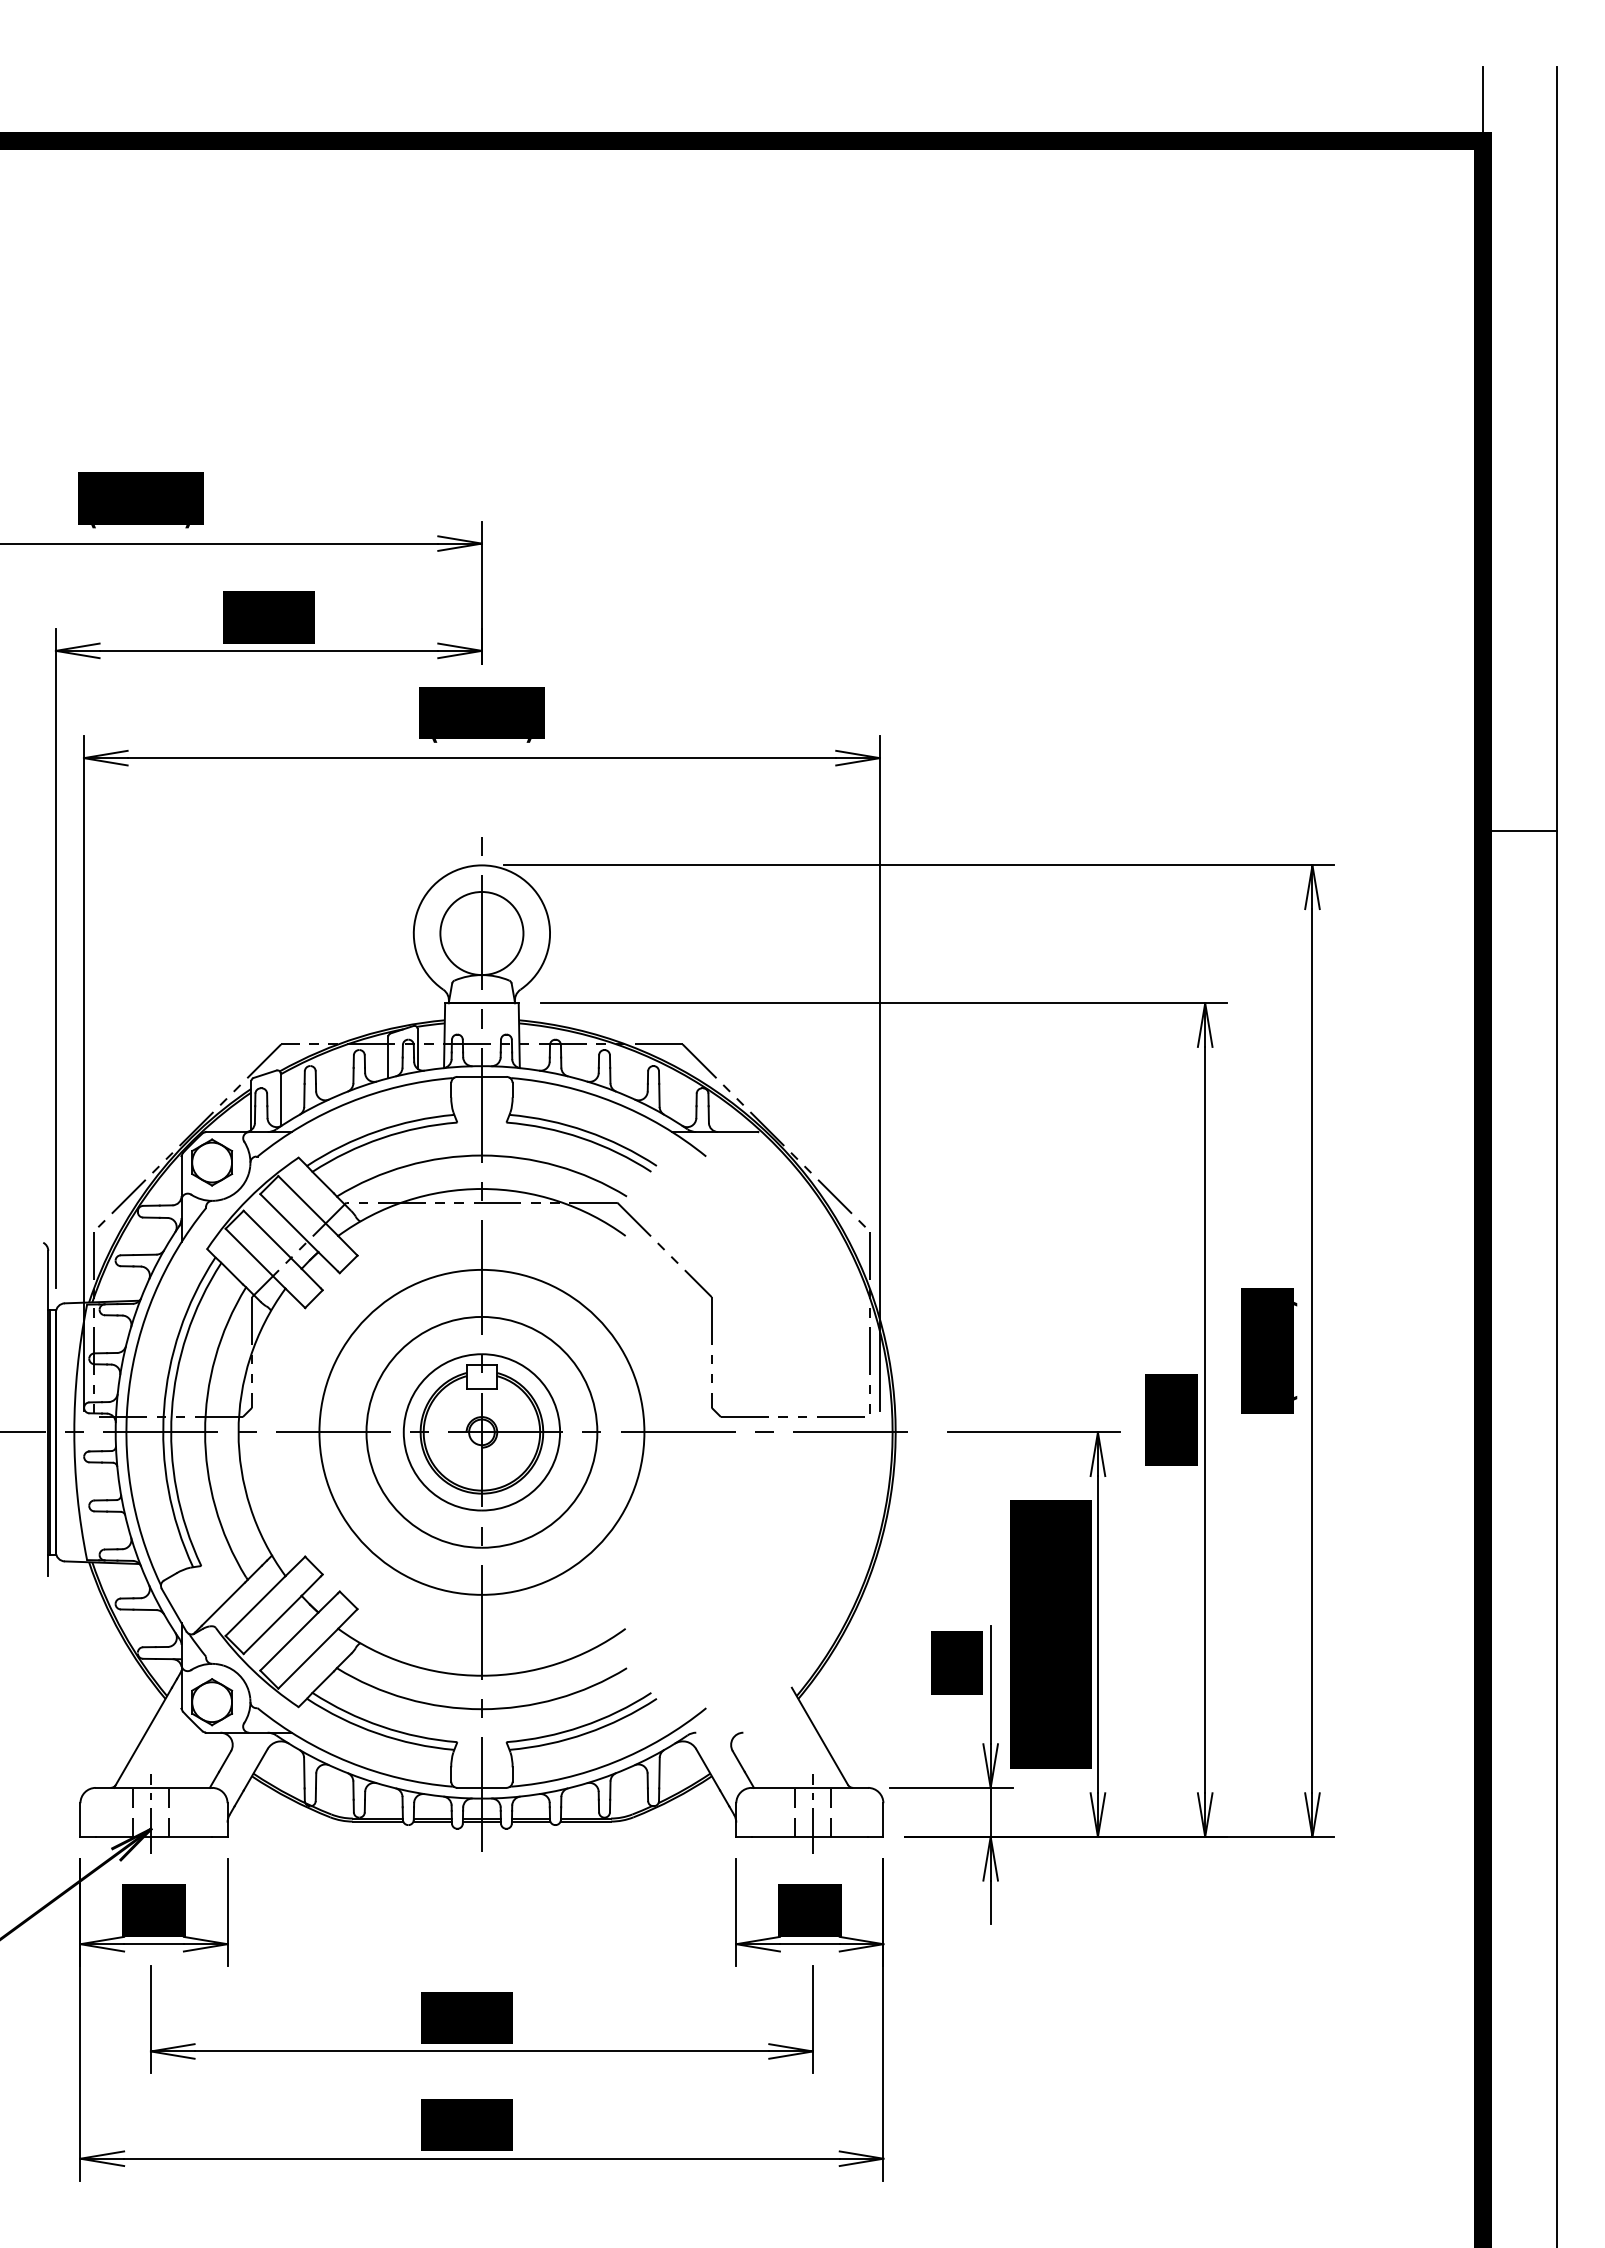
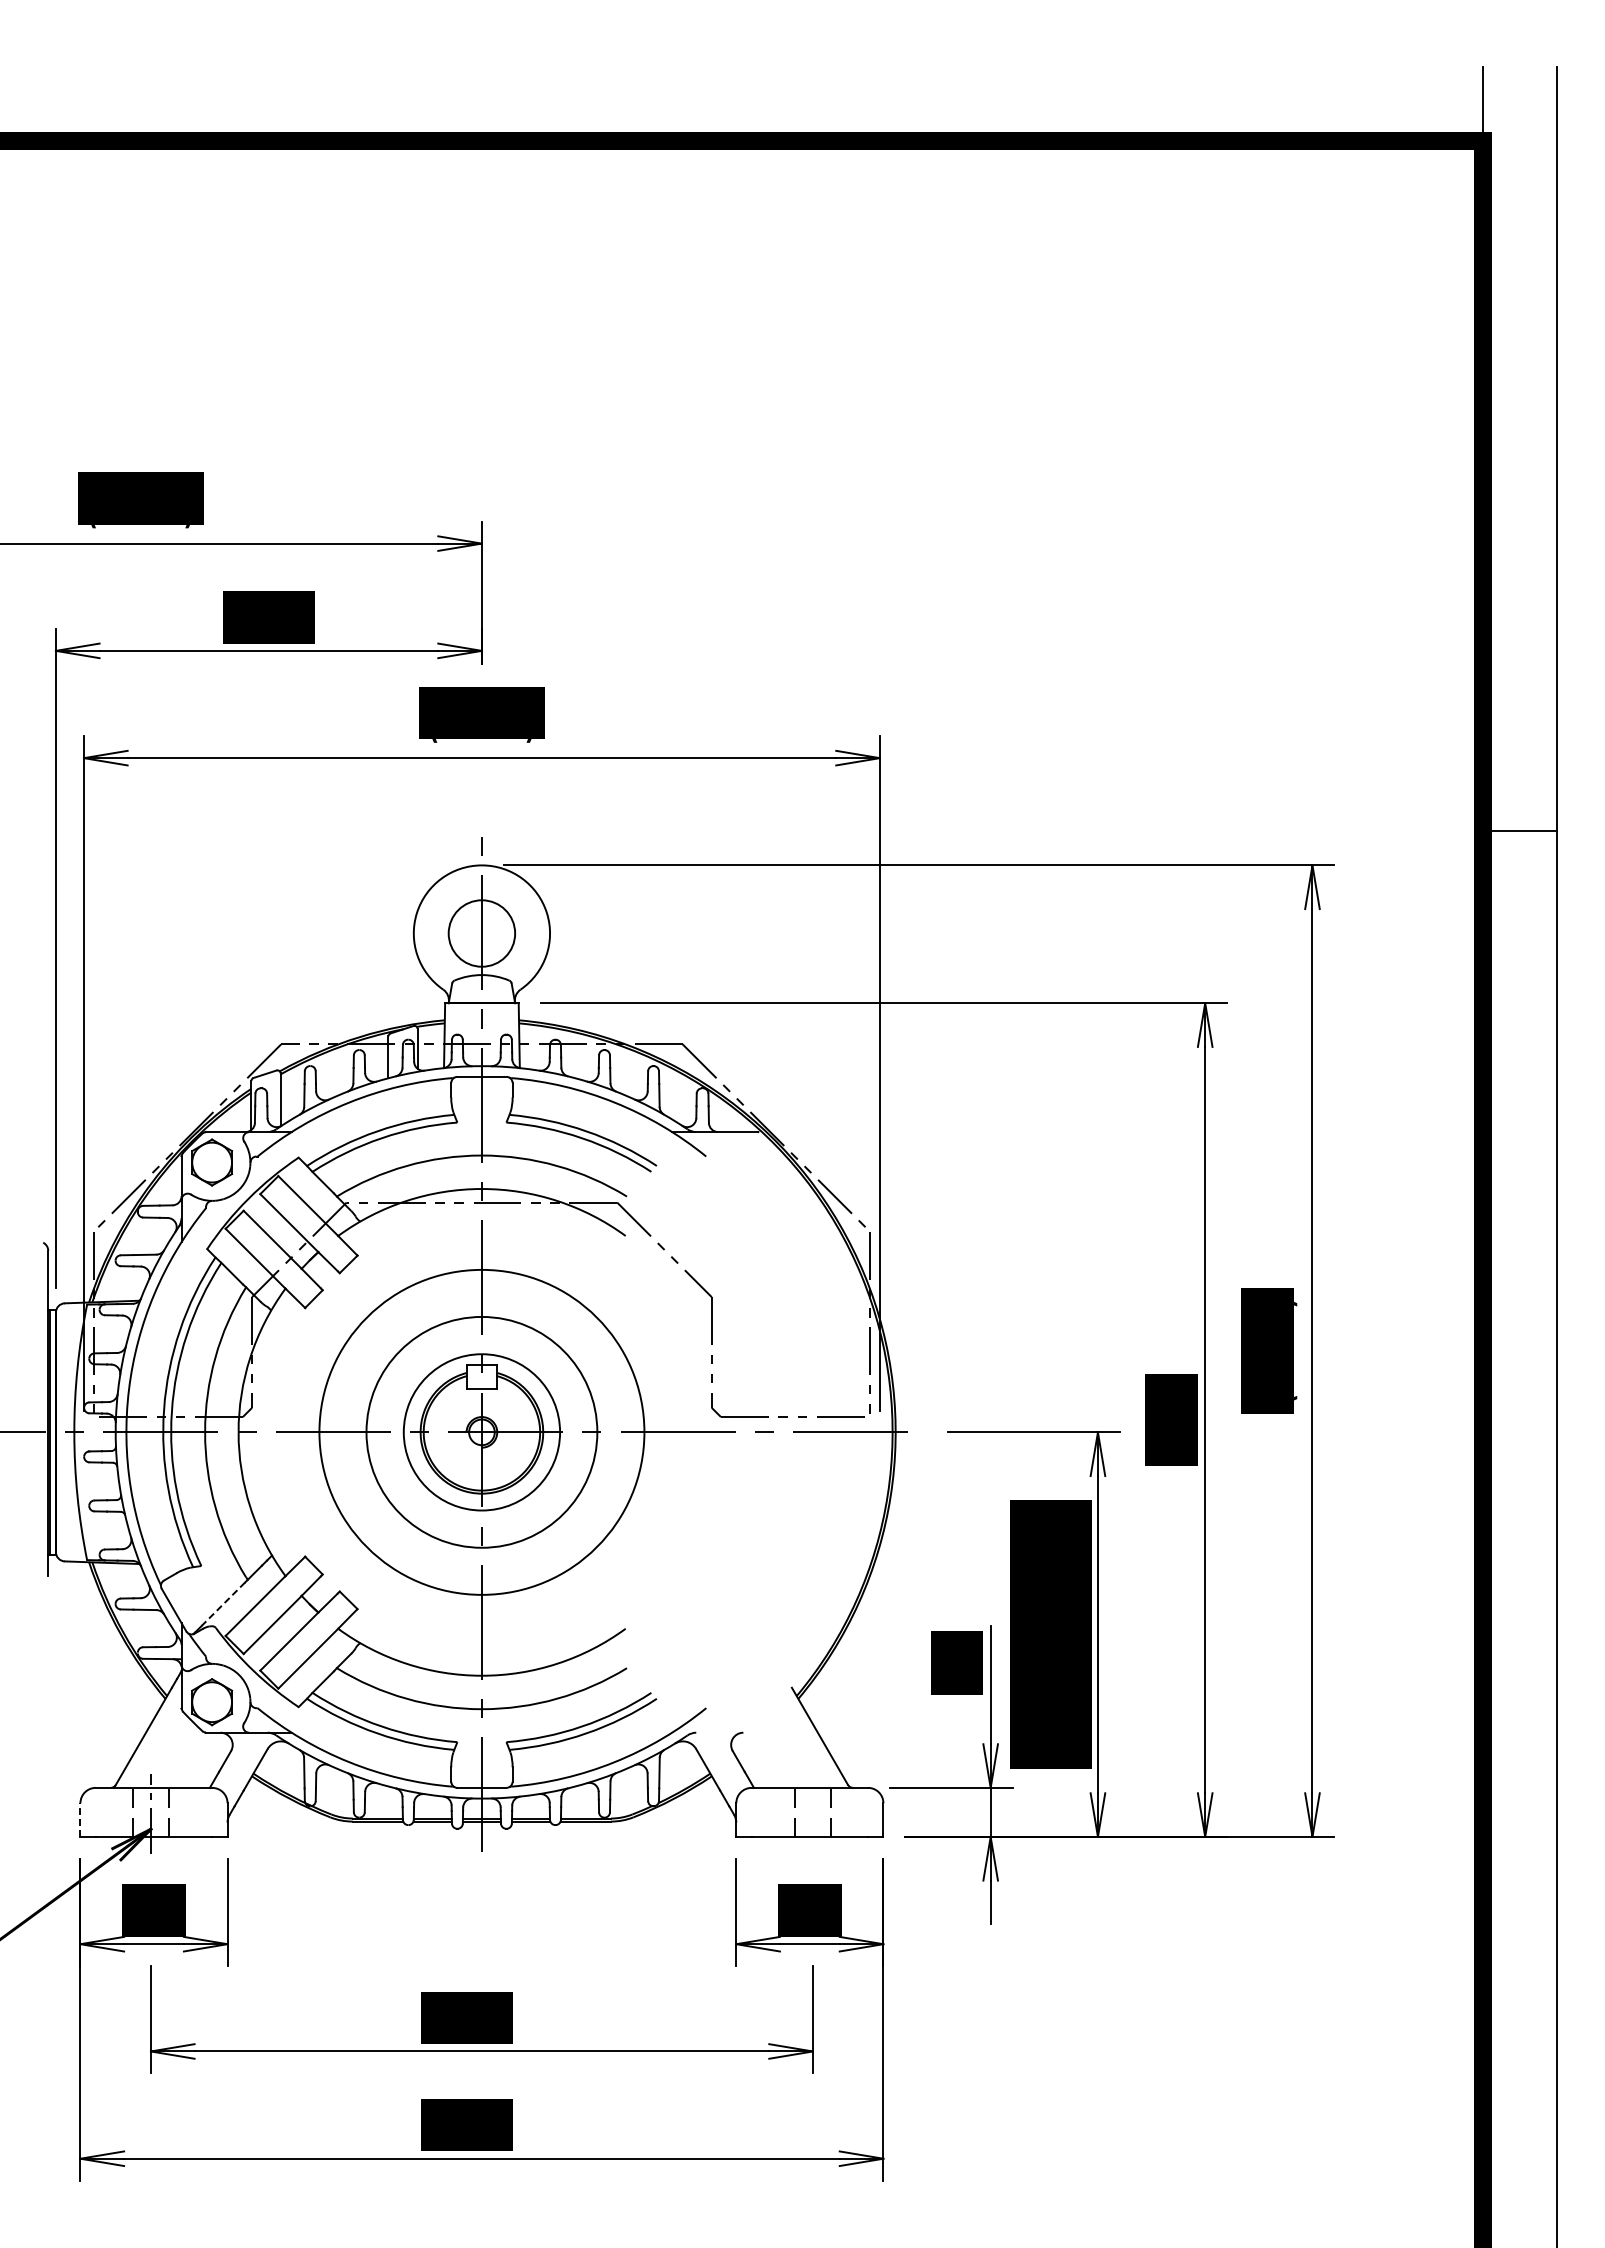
circle at (481, 933) diameter: 83 px -> 66 px
line at (223, 1604): solid -> dashed
line at (812, 1813): present -> none
line at (80, 1820): solid -> dashed
